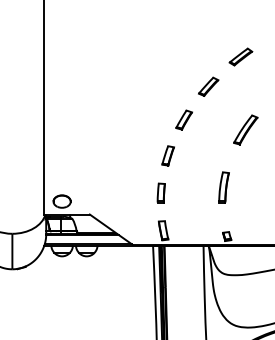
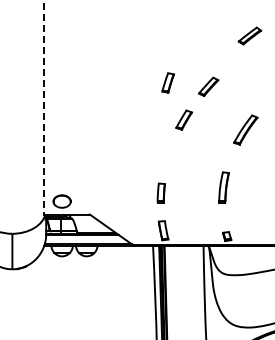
part at (240, 56) position: (240, 56) -> (249, 35)
line at (43, 107): solid -> dashed
part at (167, 155) position: (167, 155) -> (167, 82)
